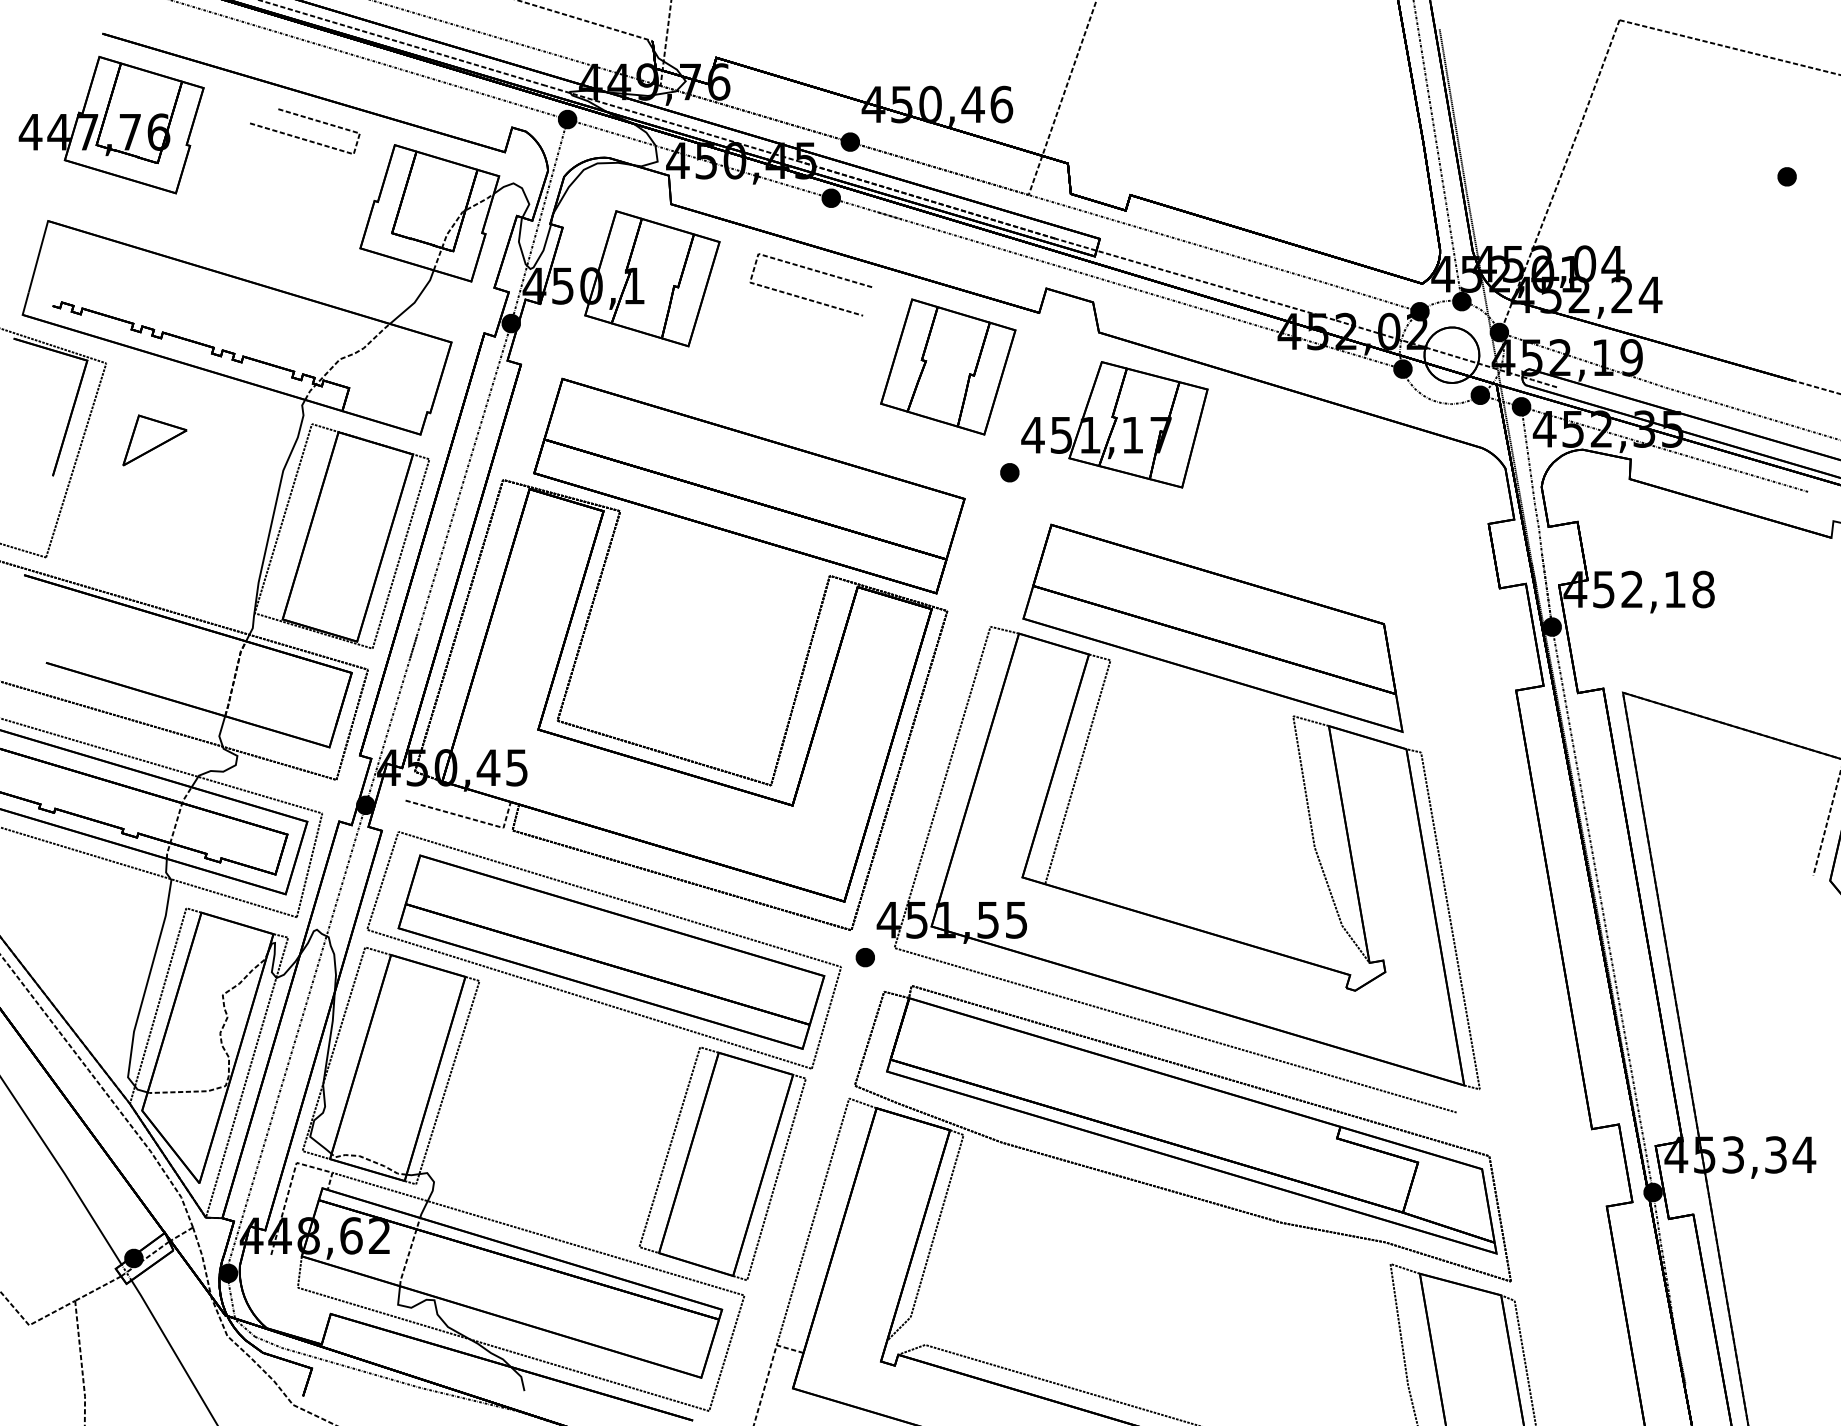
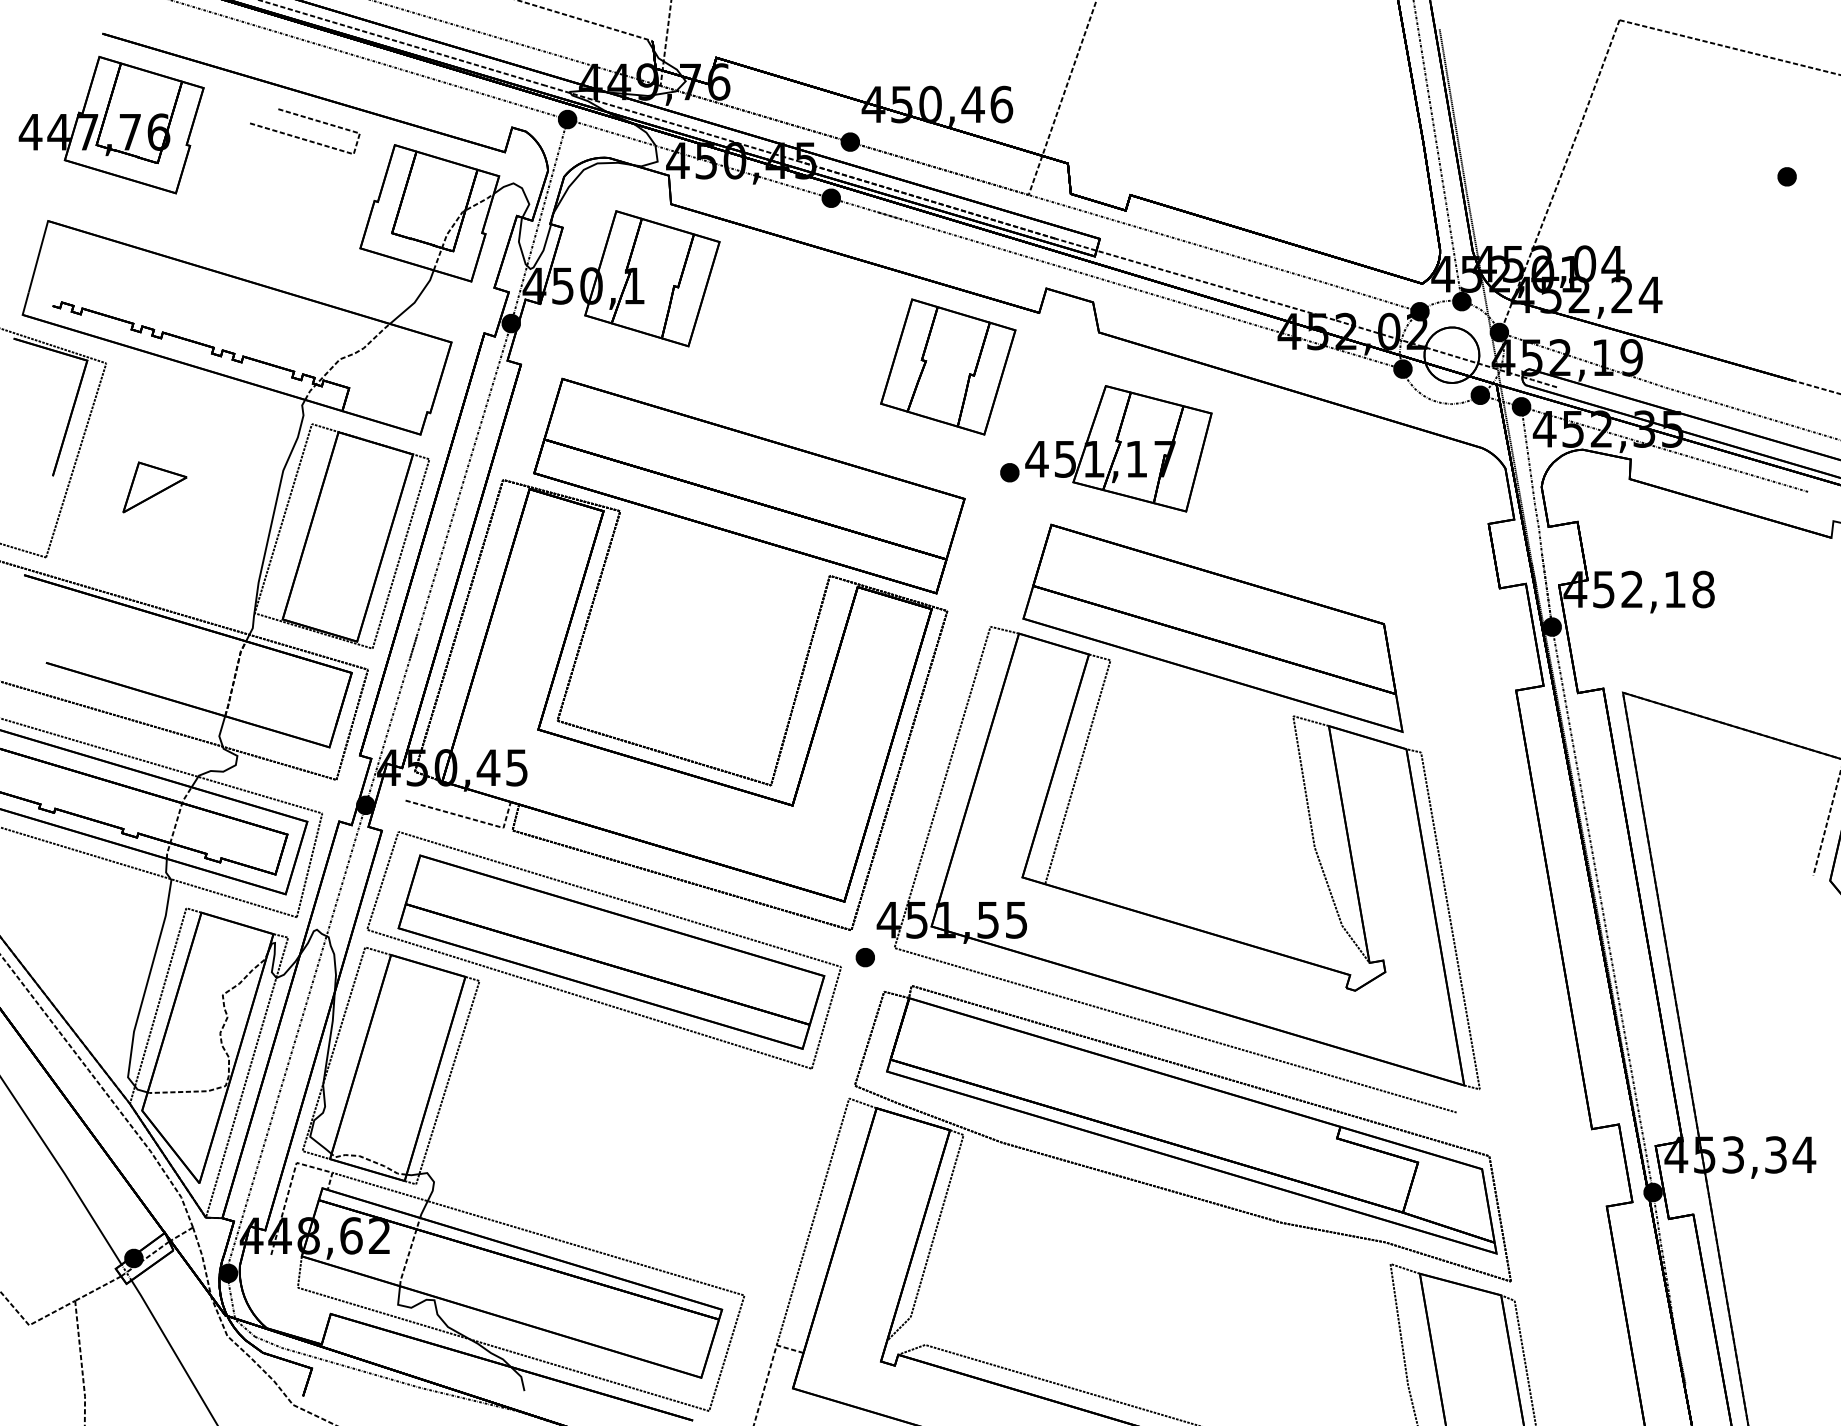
line at (814, 271): present -> none
part at (1114, 424) position: (1114, 424) -> (1118, 448)
part at (154, 440) position: (154, 440) -> (154, 487)
part at (722, 1163): present -> none
